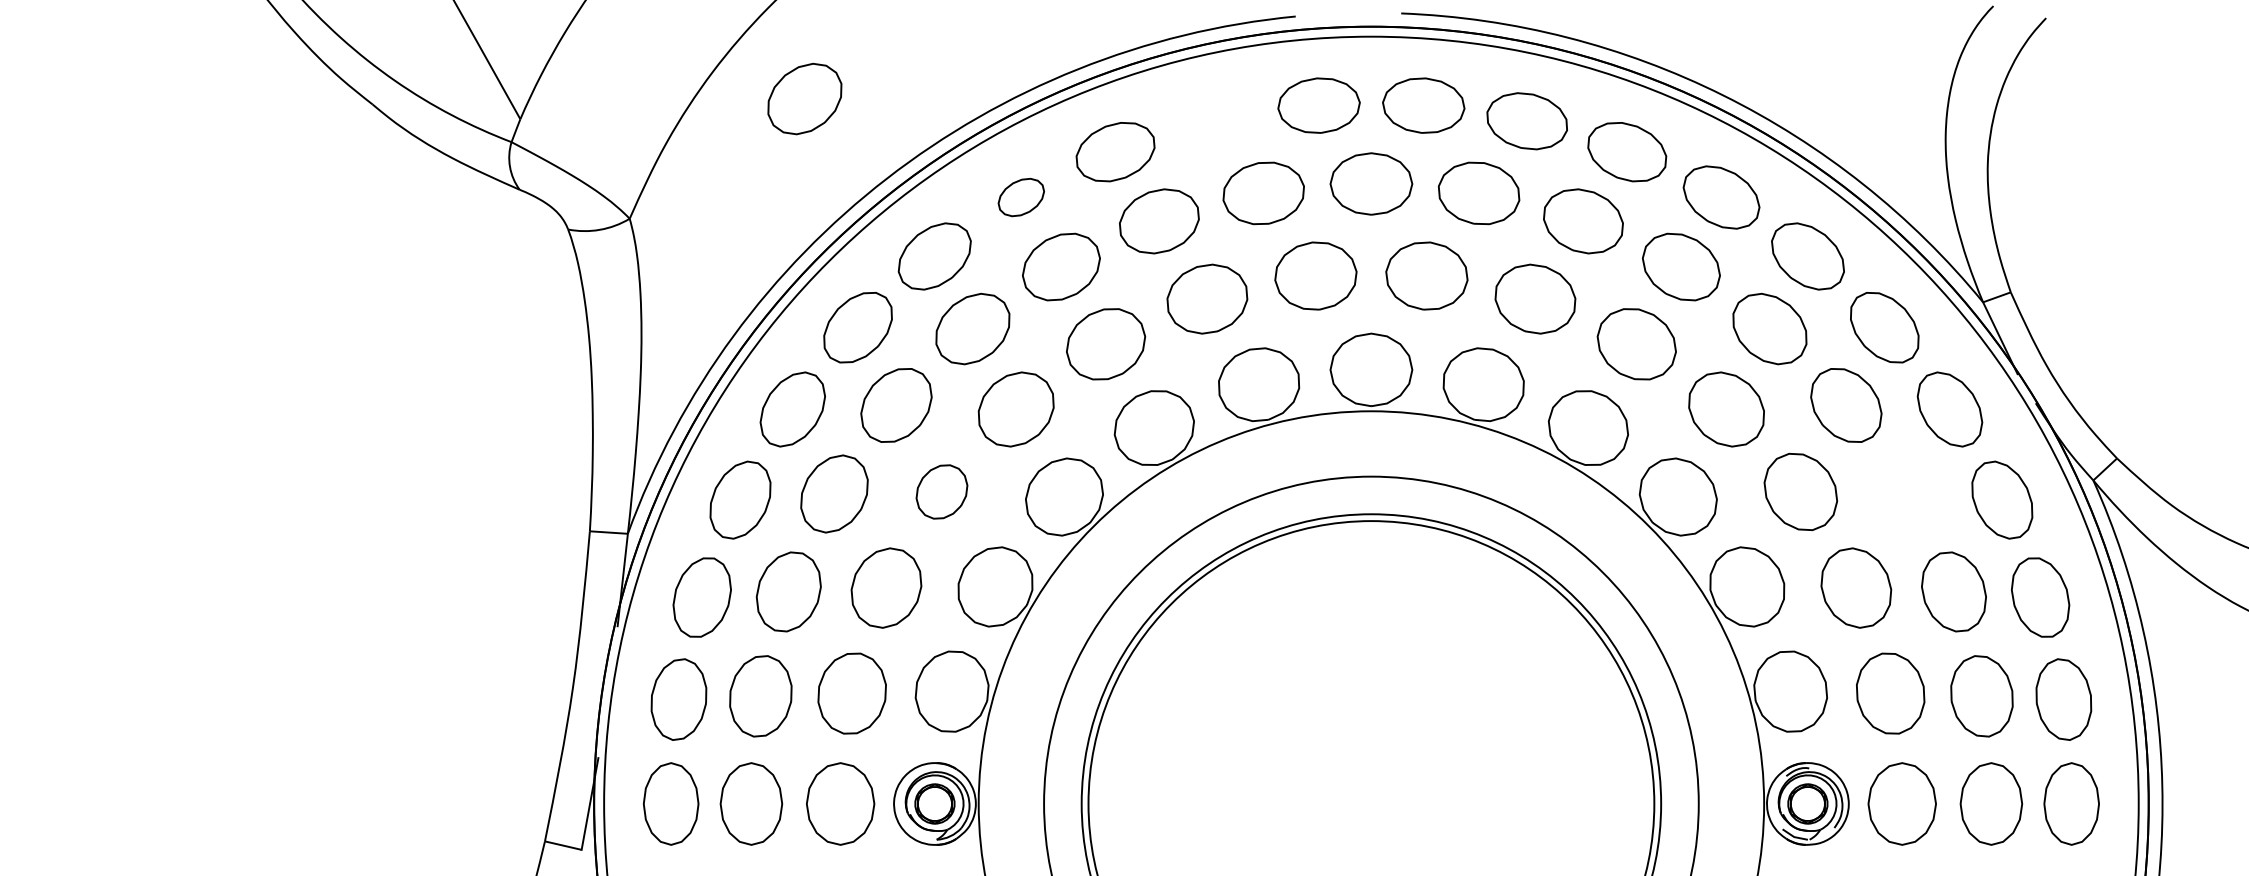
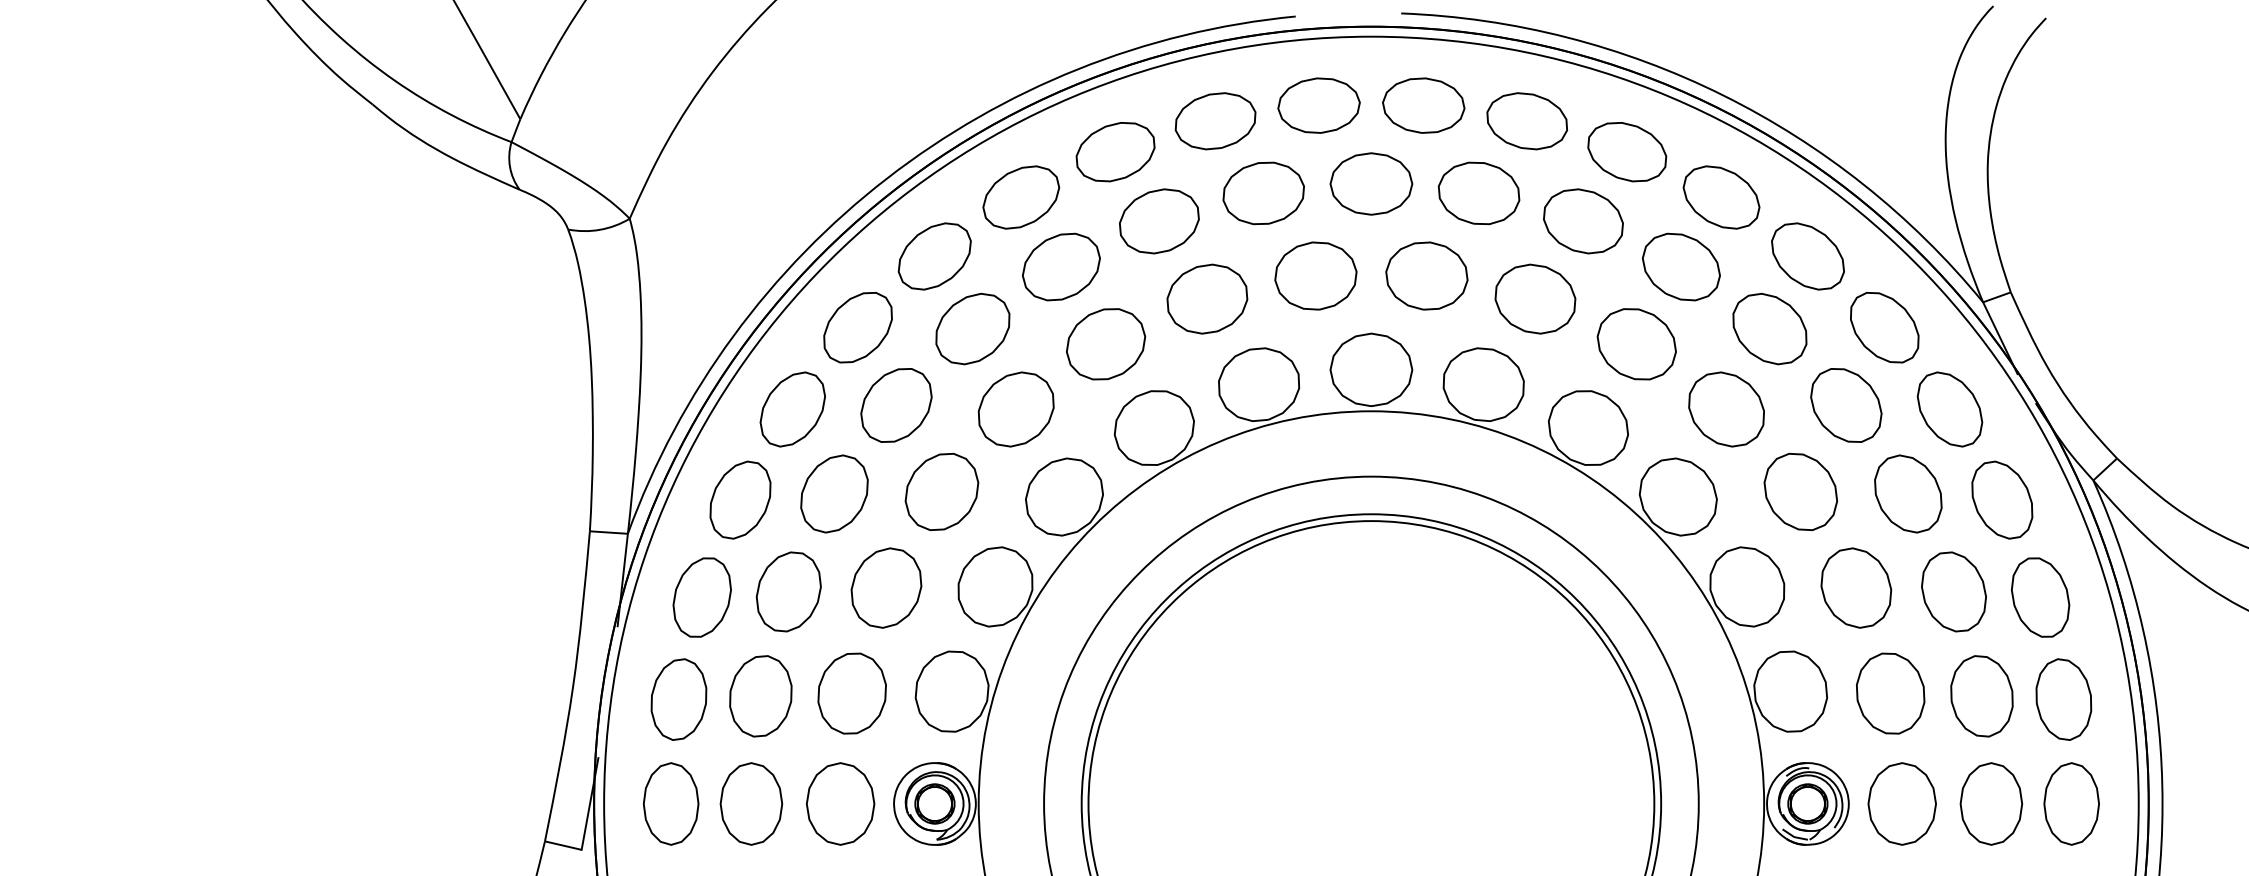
part at (804, 98): present -> none
part at (1215, 121): none -> present
part at (1020, 197) size: 48x41 px -> 79x65 px
part at (941, 491) size: 54x56 px -> 76x80 px
part at (1908, 493): none -> present
